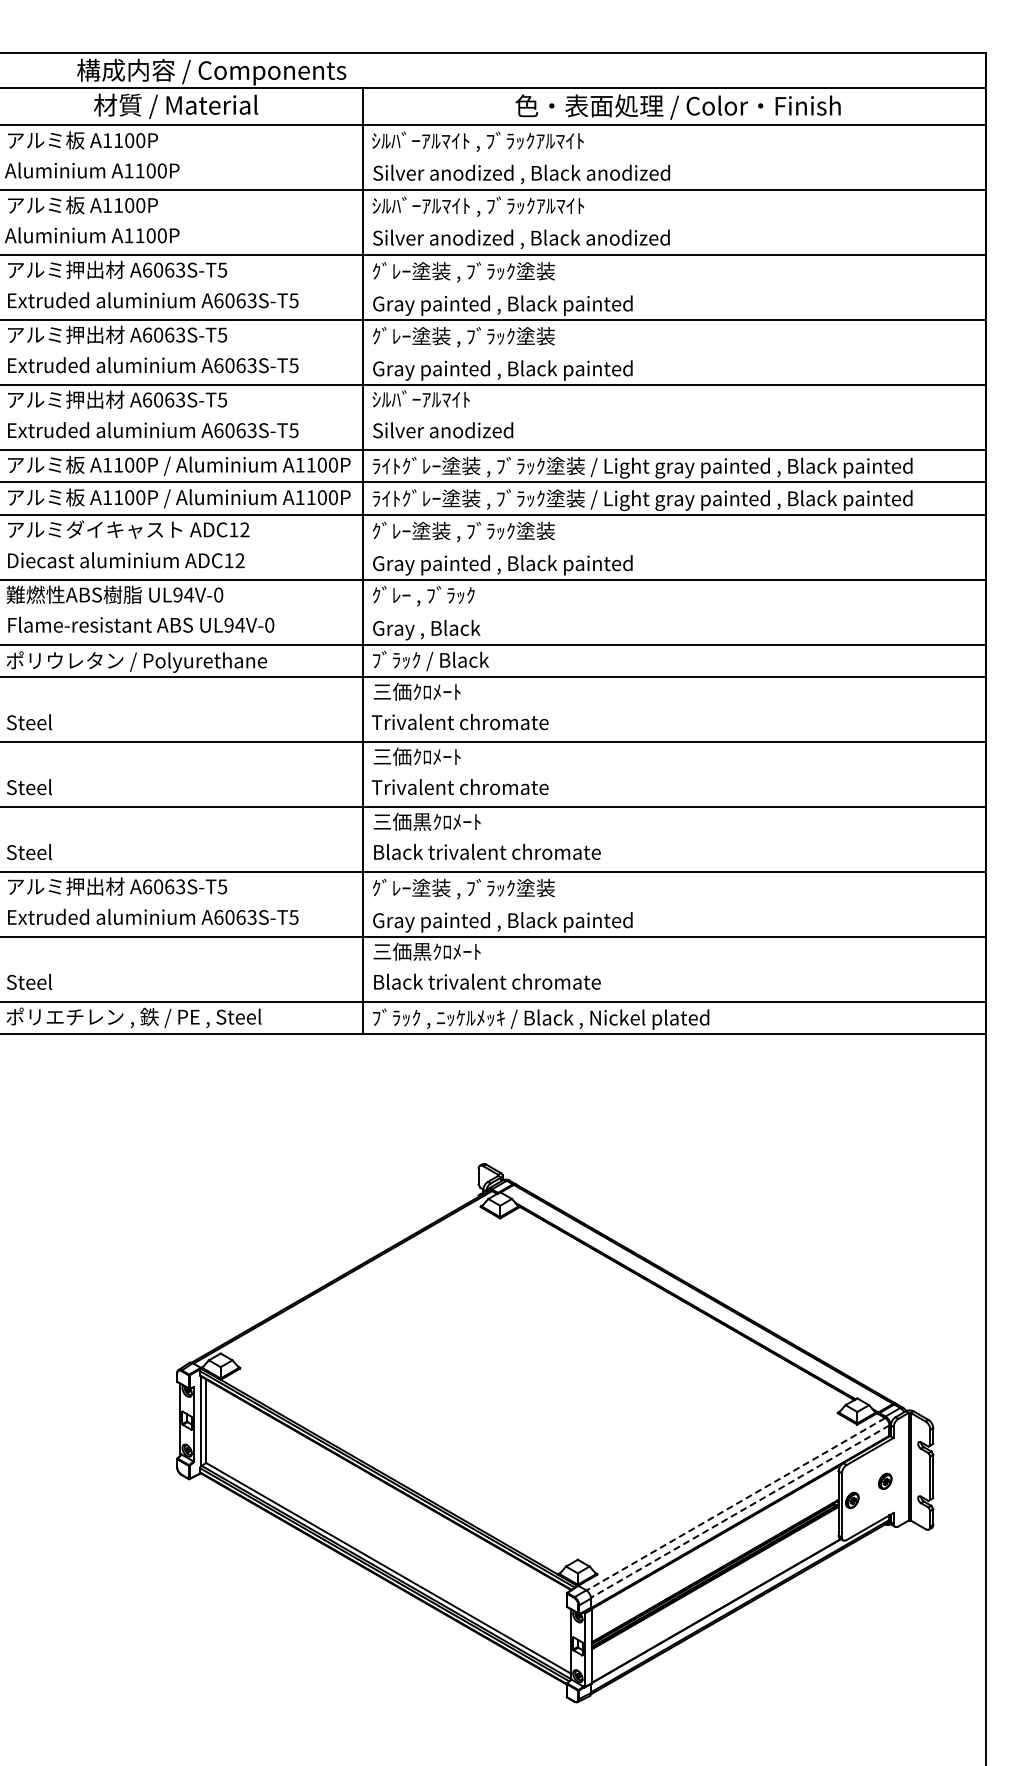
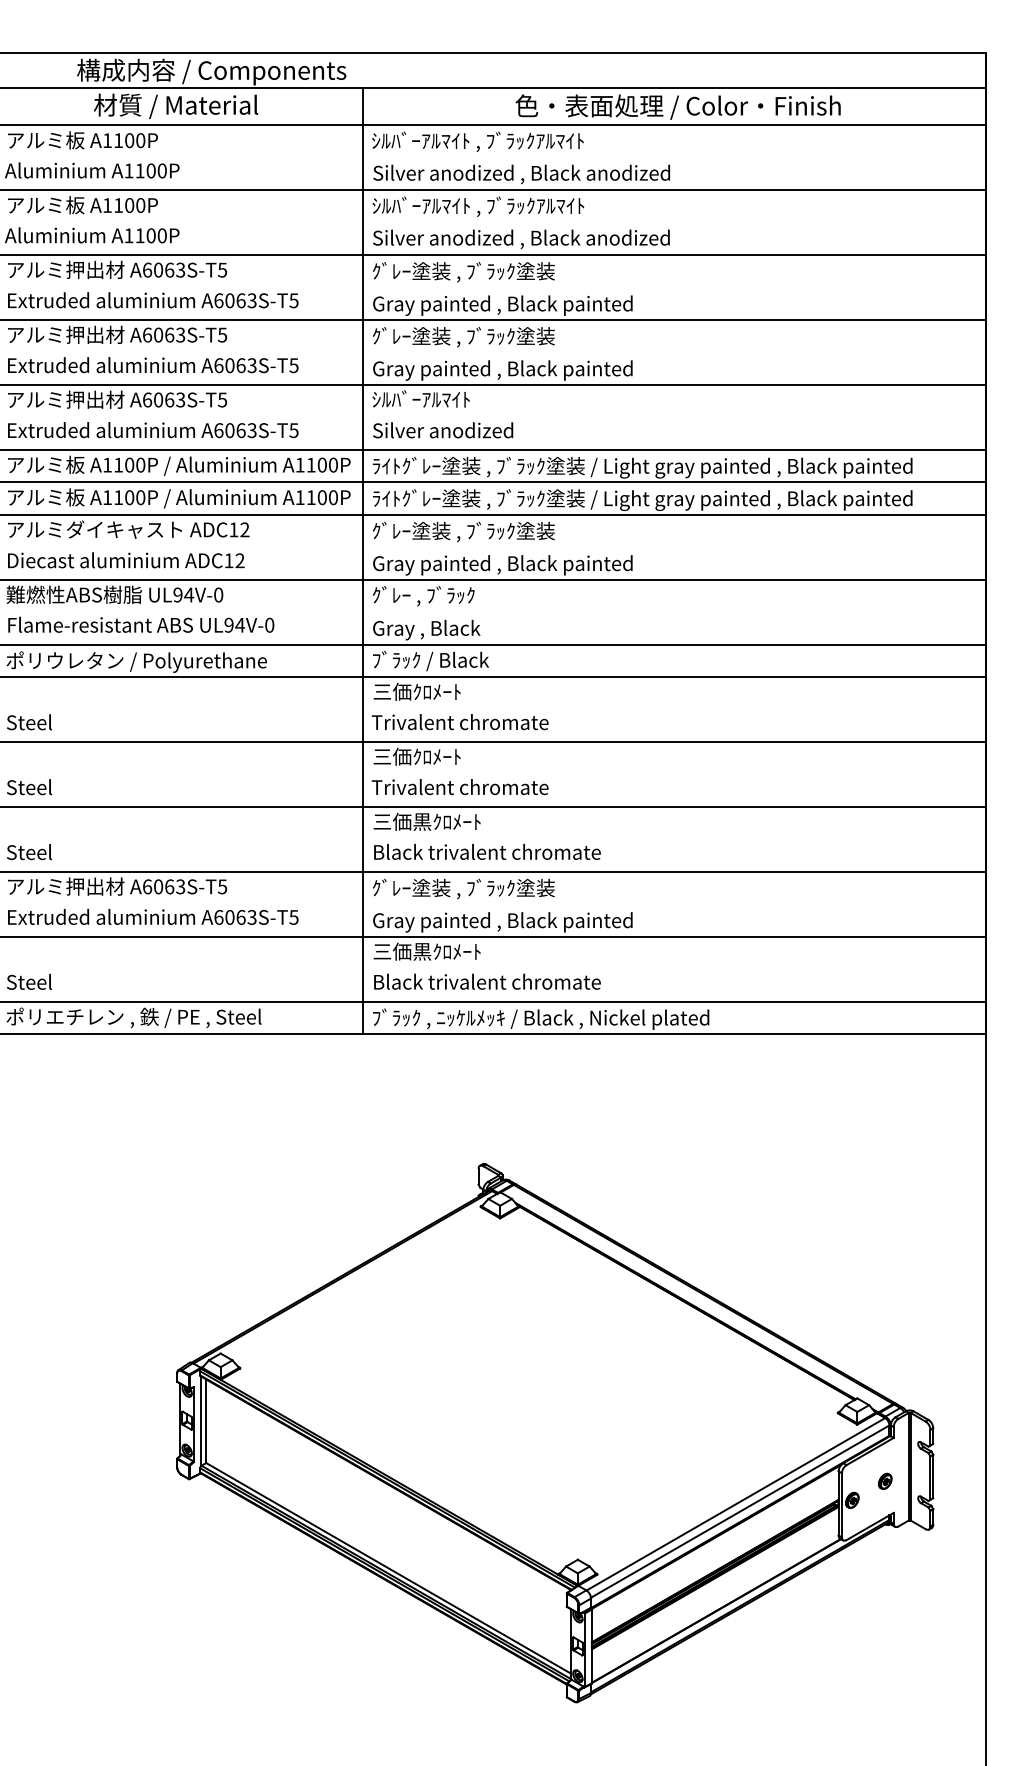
line at (735, 1504): dashed -> solid
line at (739, 1511): dashed -> solid
